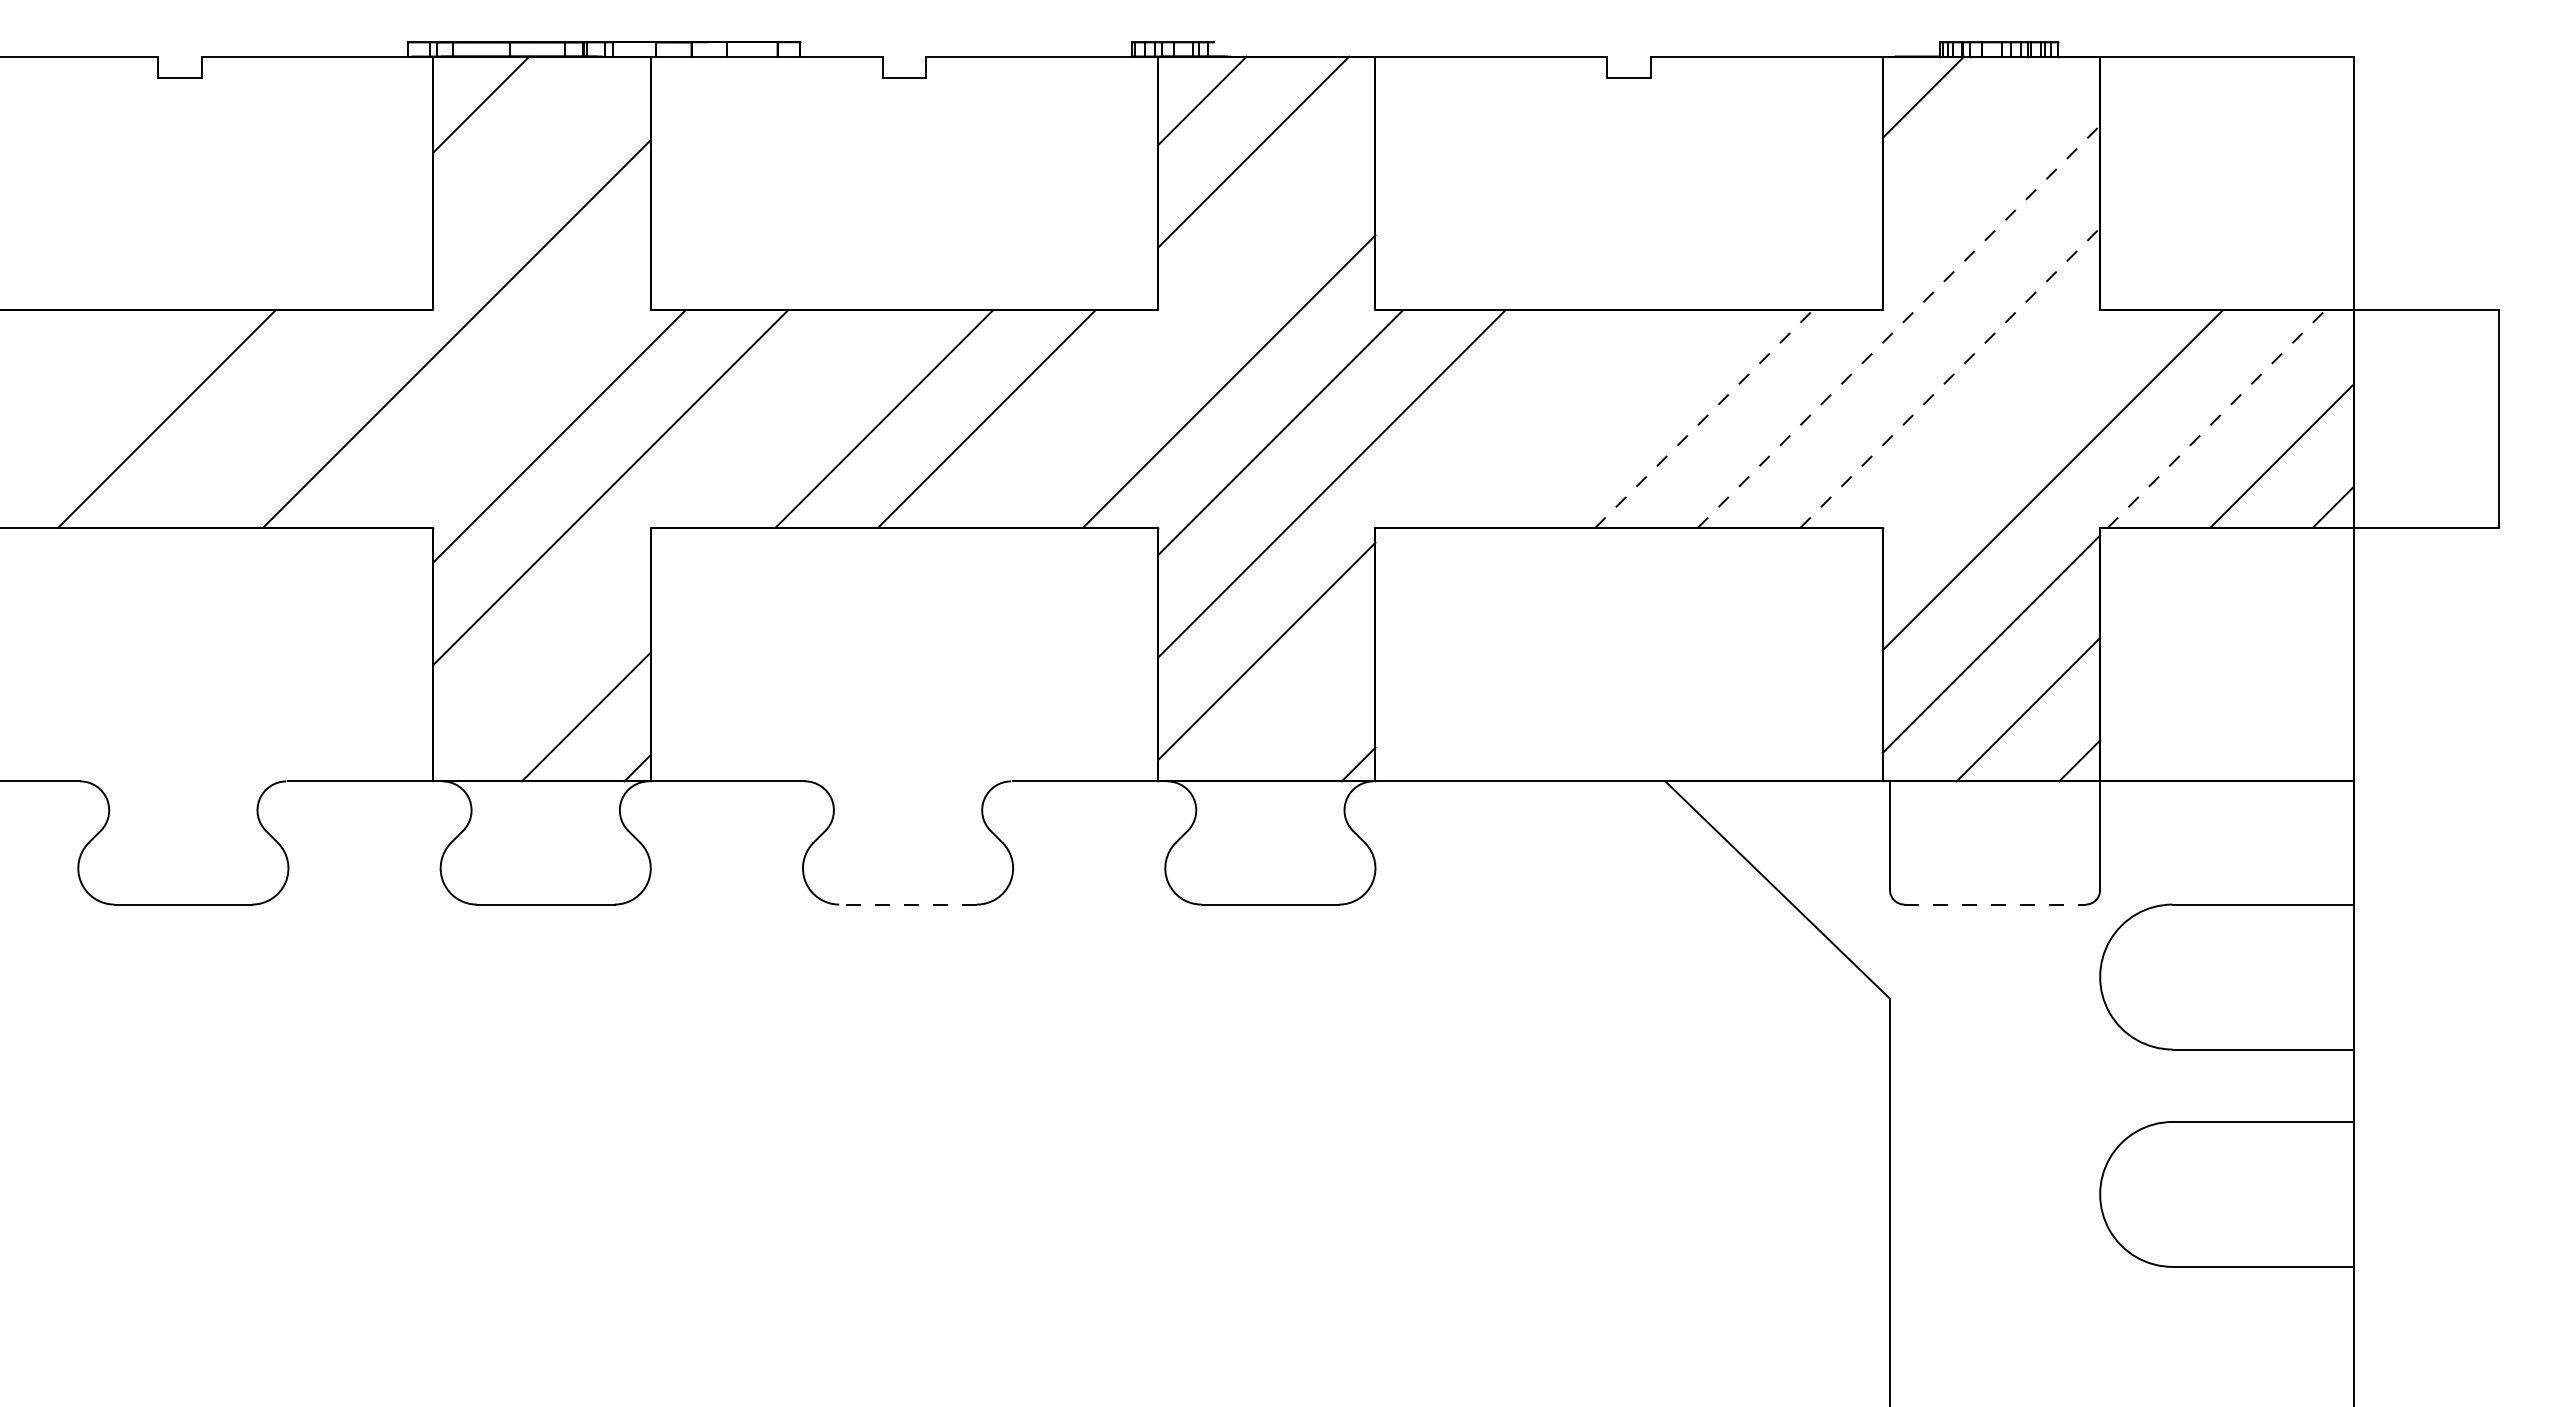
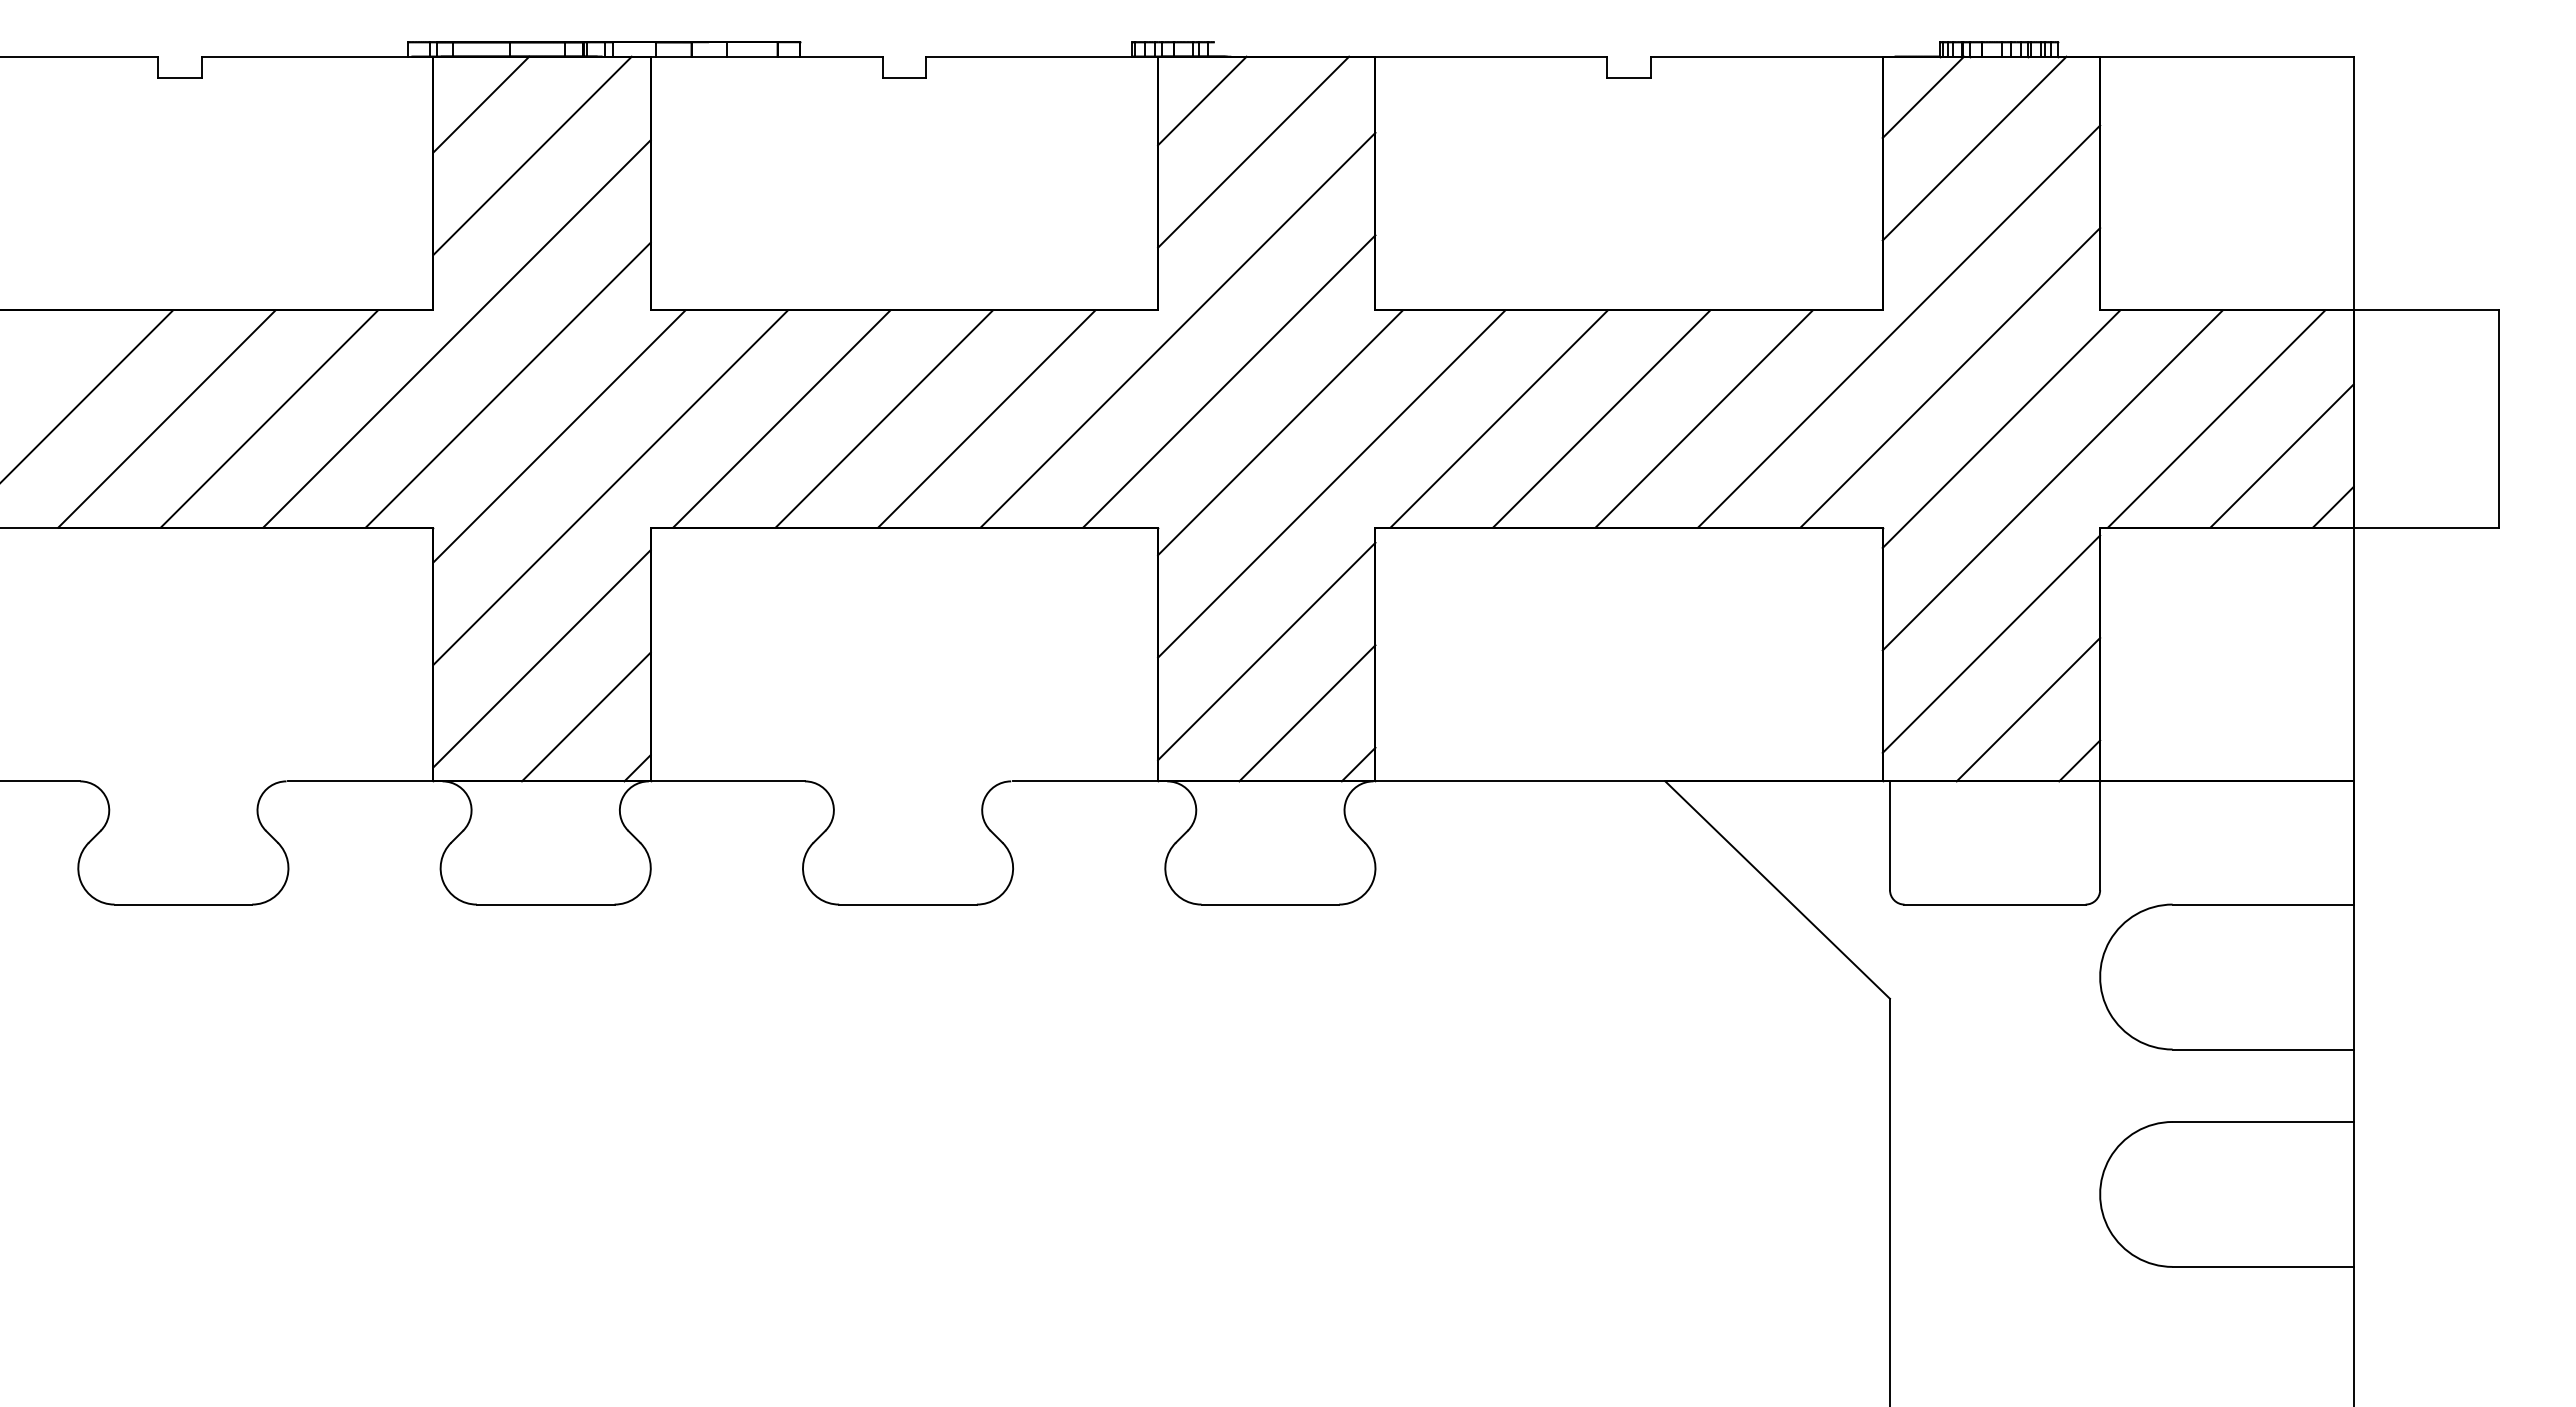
line at (1974, 148): none -> present
line at (532, 155): none -> present
line at (1899, 326): dashed -> solid
line at (1177, 329): none -> present
line at (1950, 377): dashed -> solid
line at (507, 384): none -> present
line at (87, 395): none -> present
line at (269, 418): none -> present
line at (781, 418): none -> present
line at (1498, 418): none -> present
line at (1601, 418): none -> present
line at (1704, 419): dashed -> solid
line at (2216, 419): dashed -> solid
line at (2001, 428): none -> present
line at (541, 658): none -> present
line at (1307, 713): none -> present
line at (908, 904): dashed -> solid
line at (1995, 904): dashed -> solid
